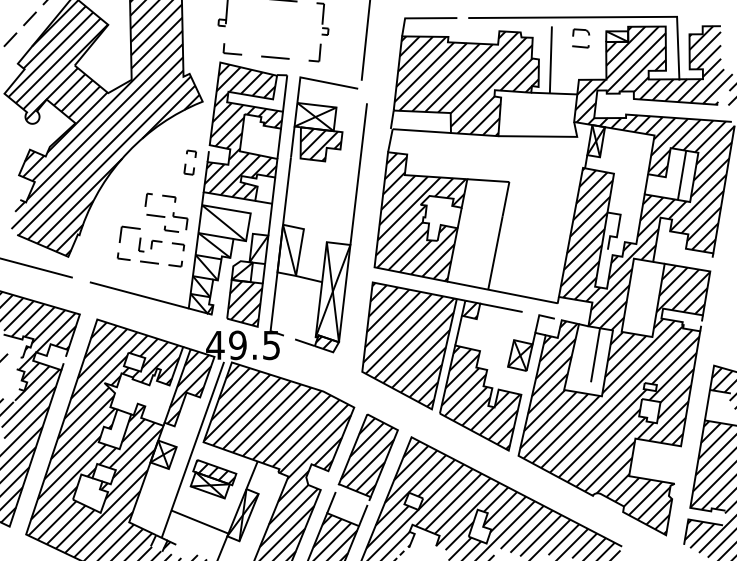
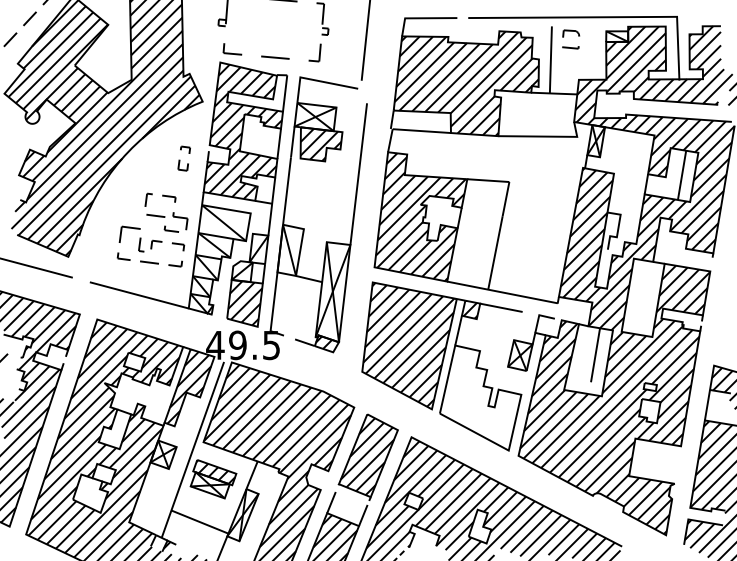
part at (574, 35) position: (574, 35) -> (564, 36)
part at (189, 162) position: (189, 162) -> (183, 158)
hatch at (480, 397): present -> none
